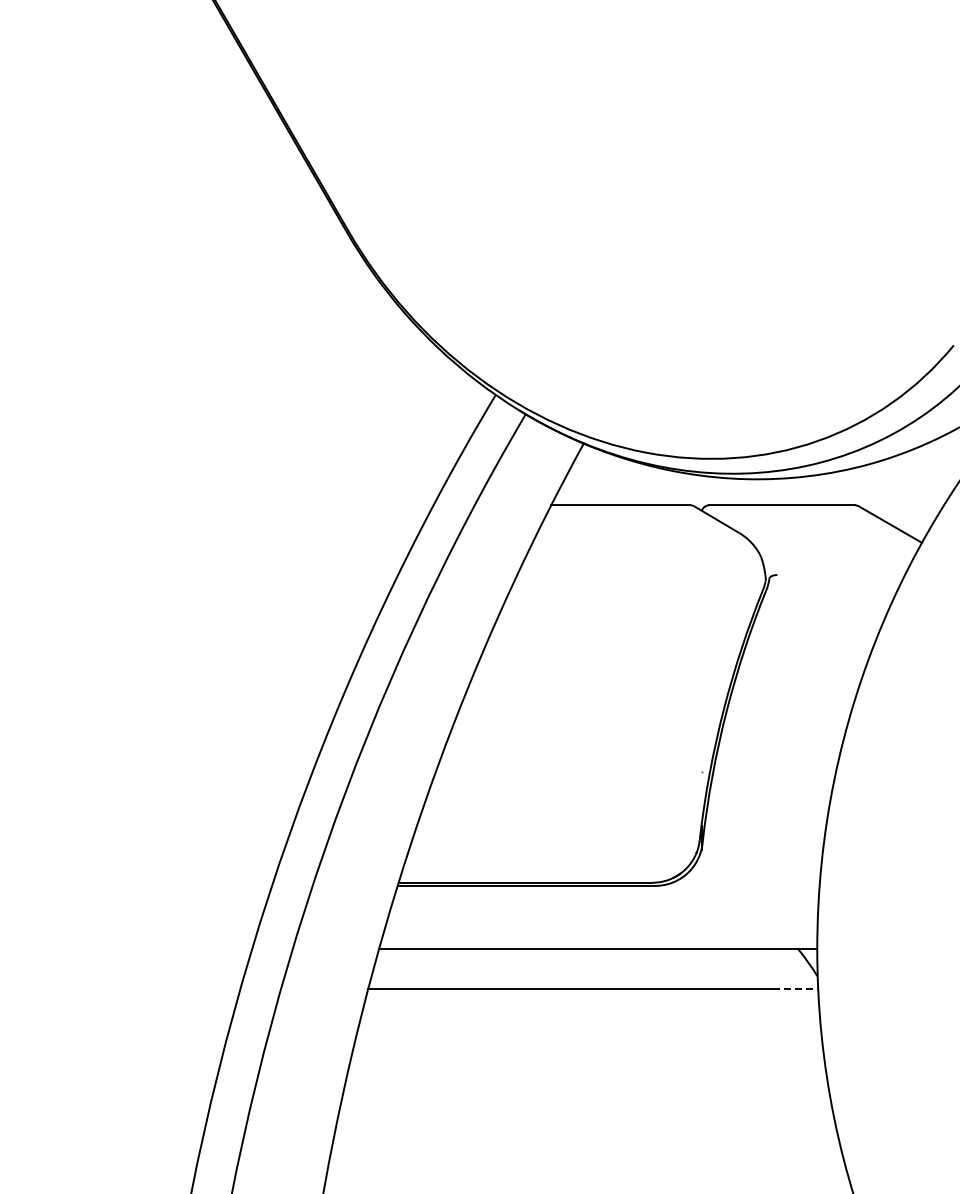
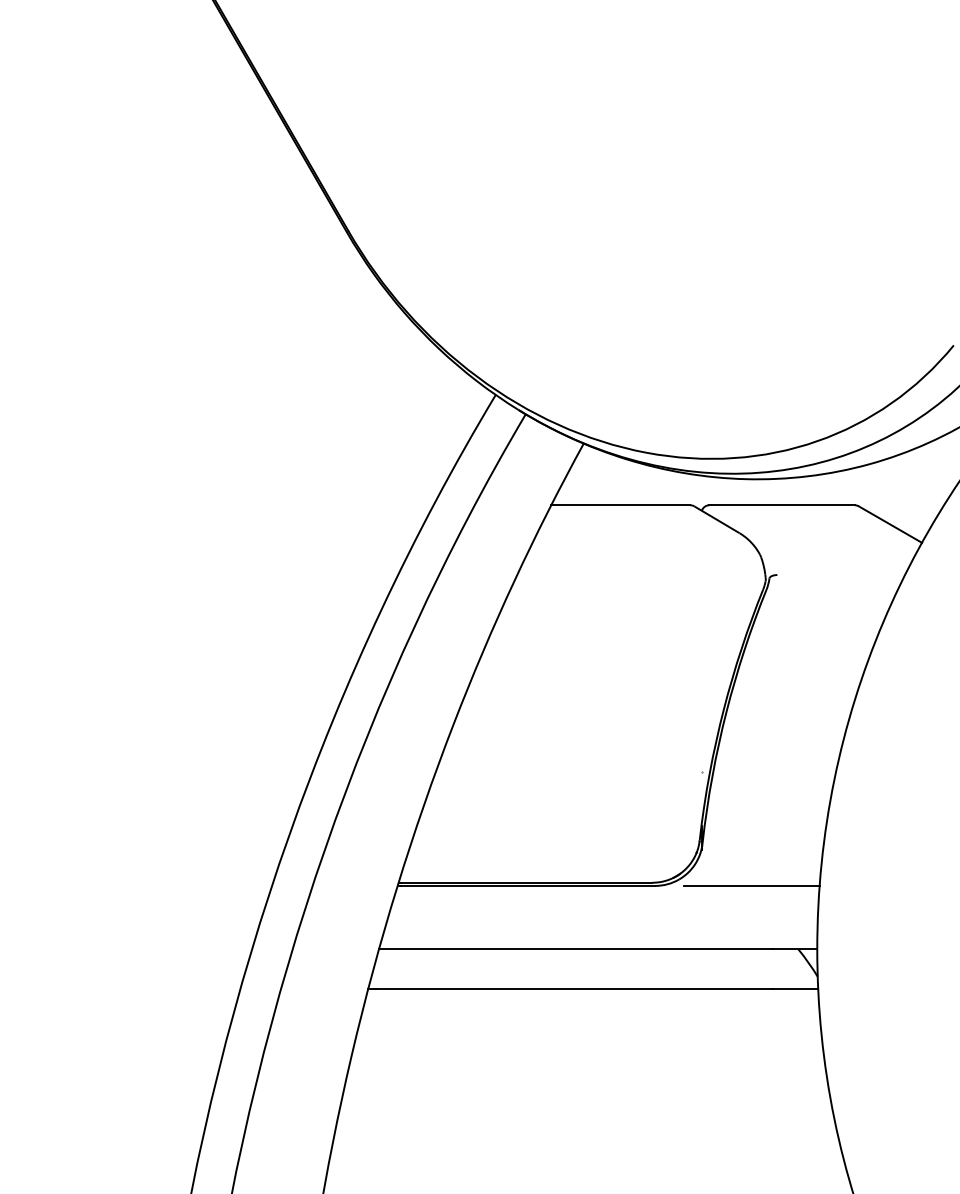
line at (751, 885): none -> present
line at (795, 989): dashed -> solid
